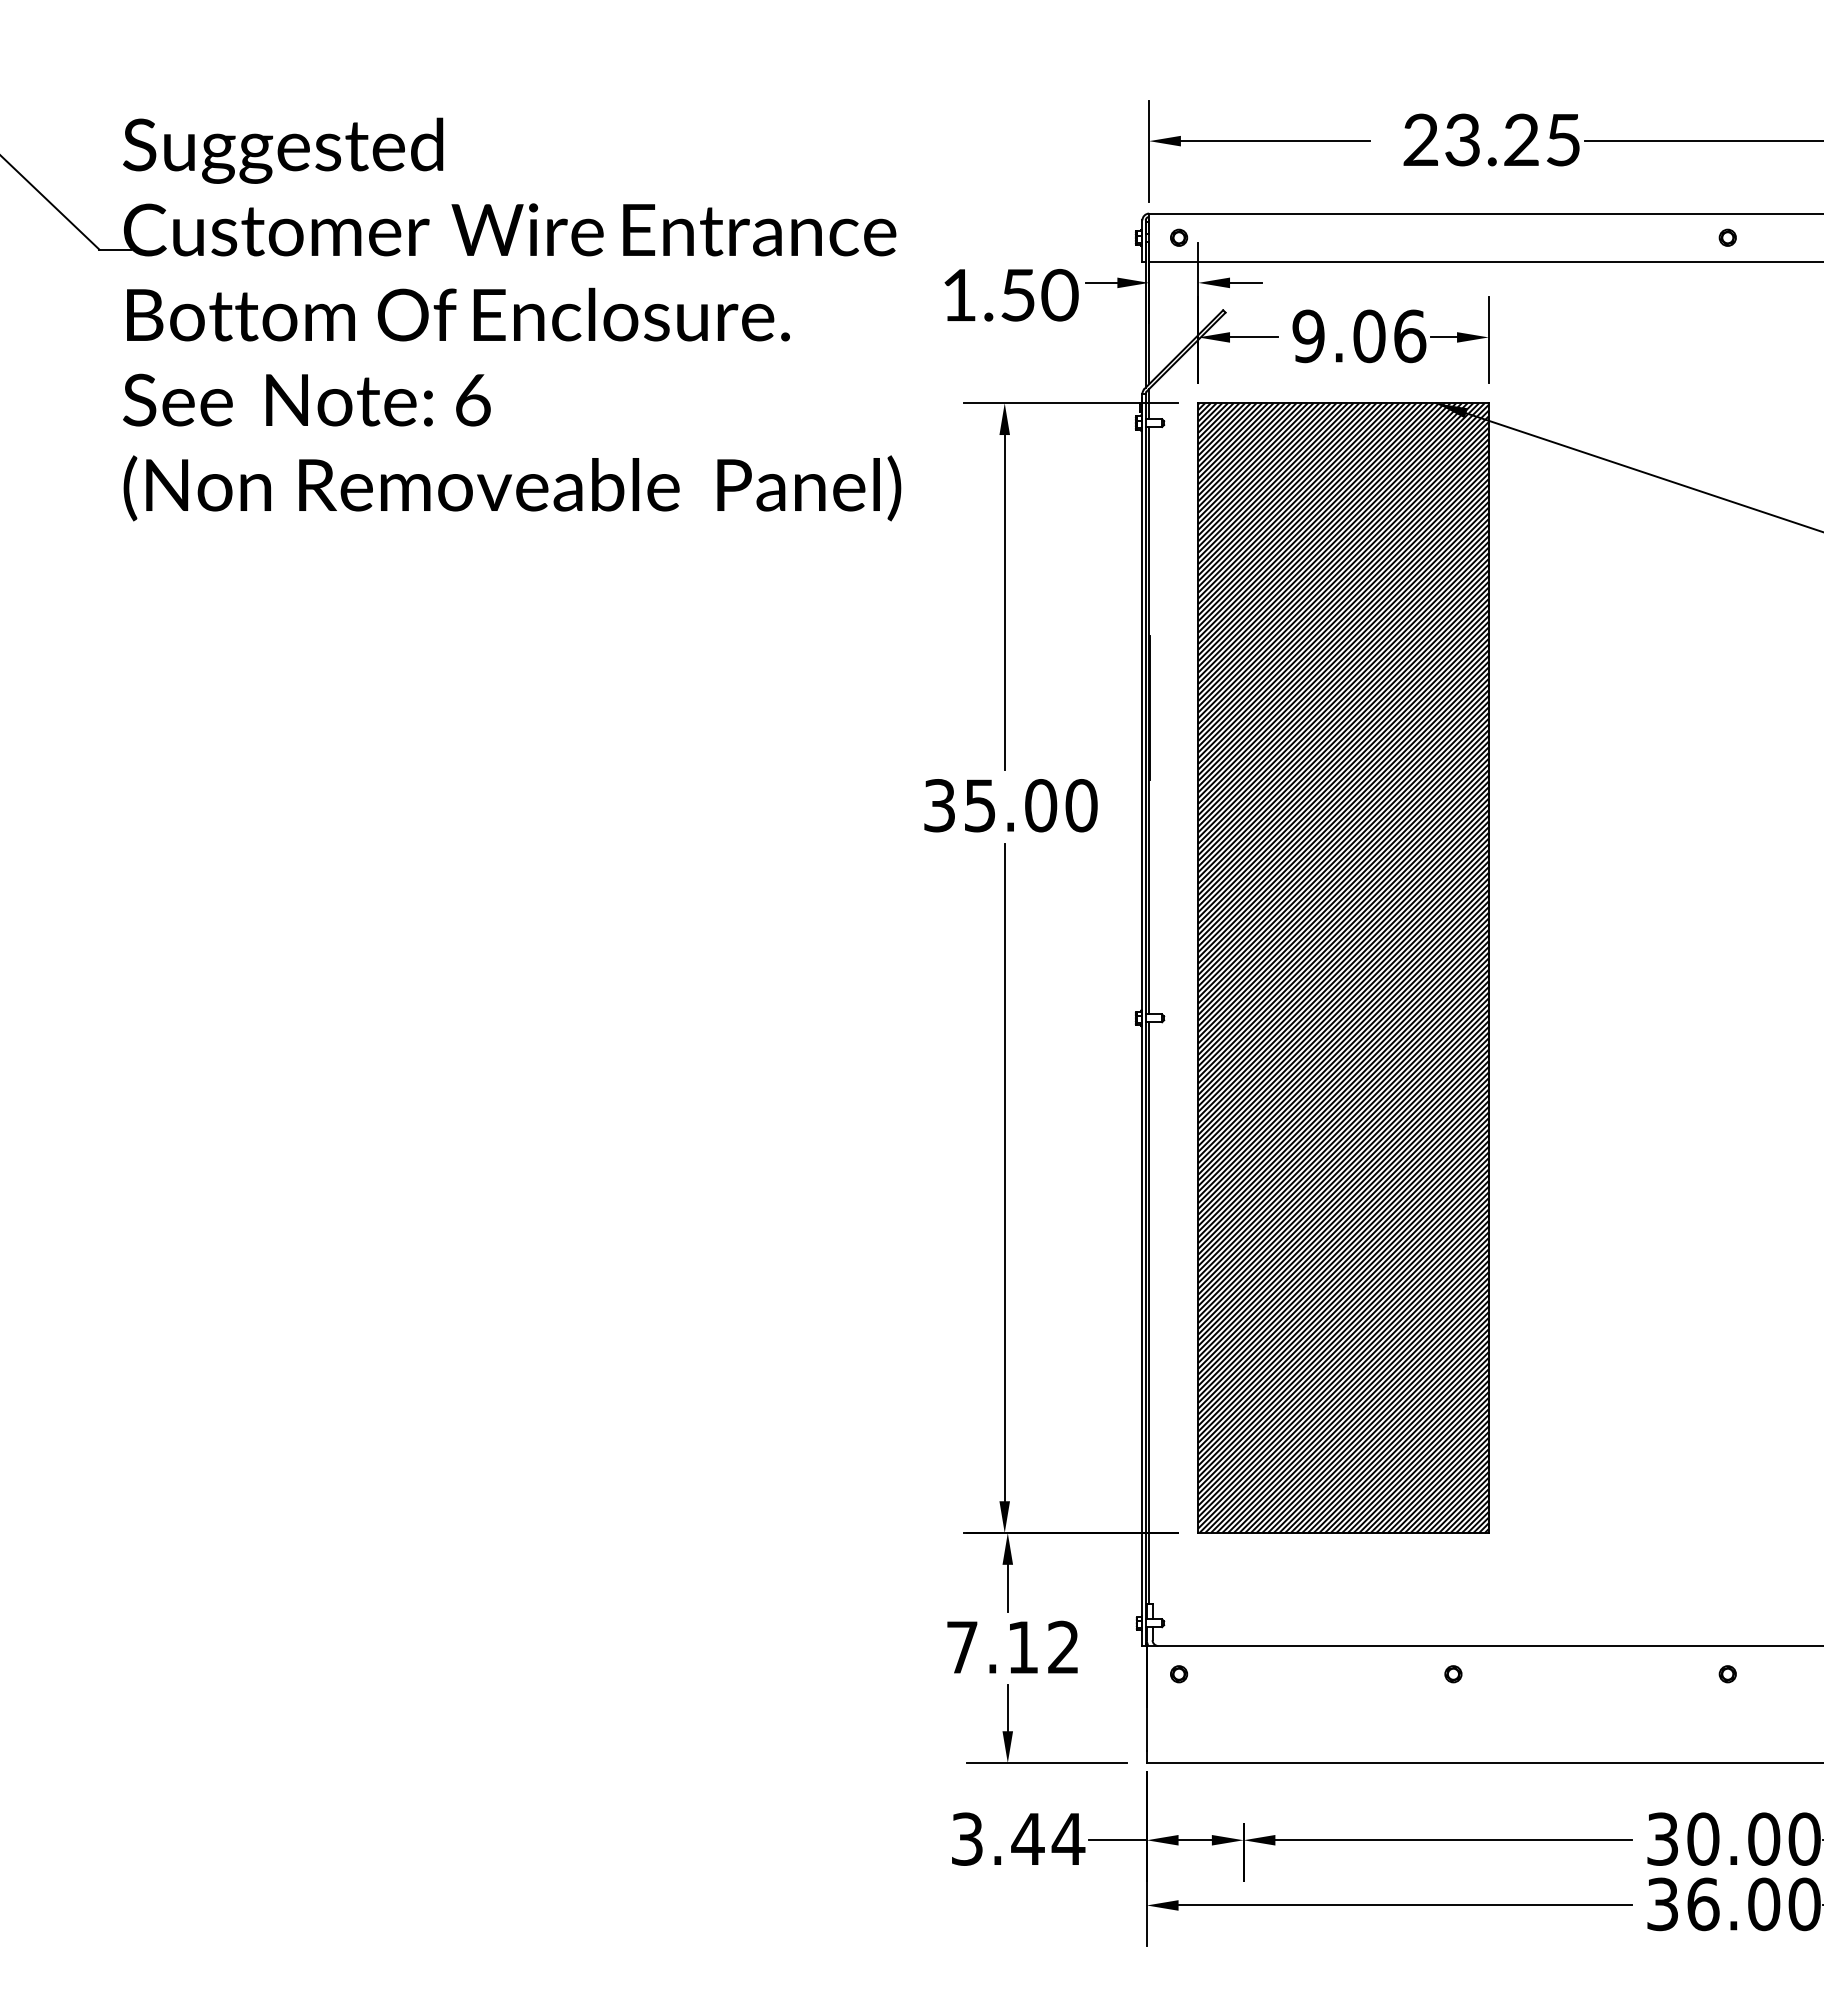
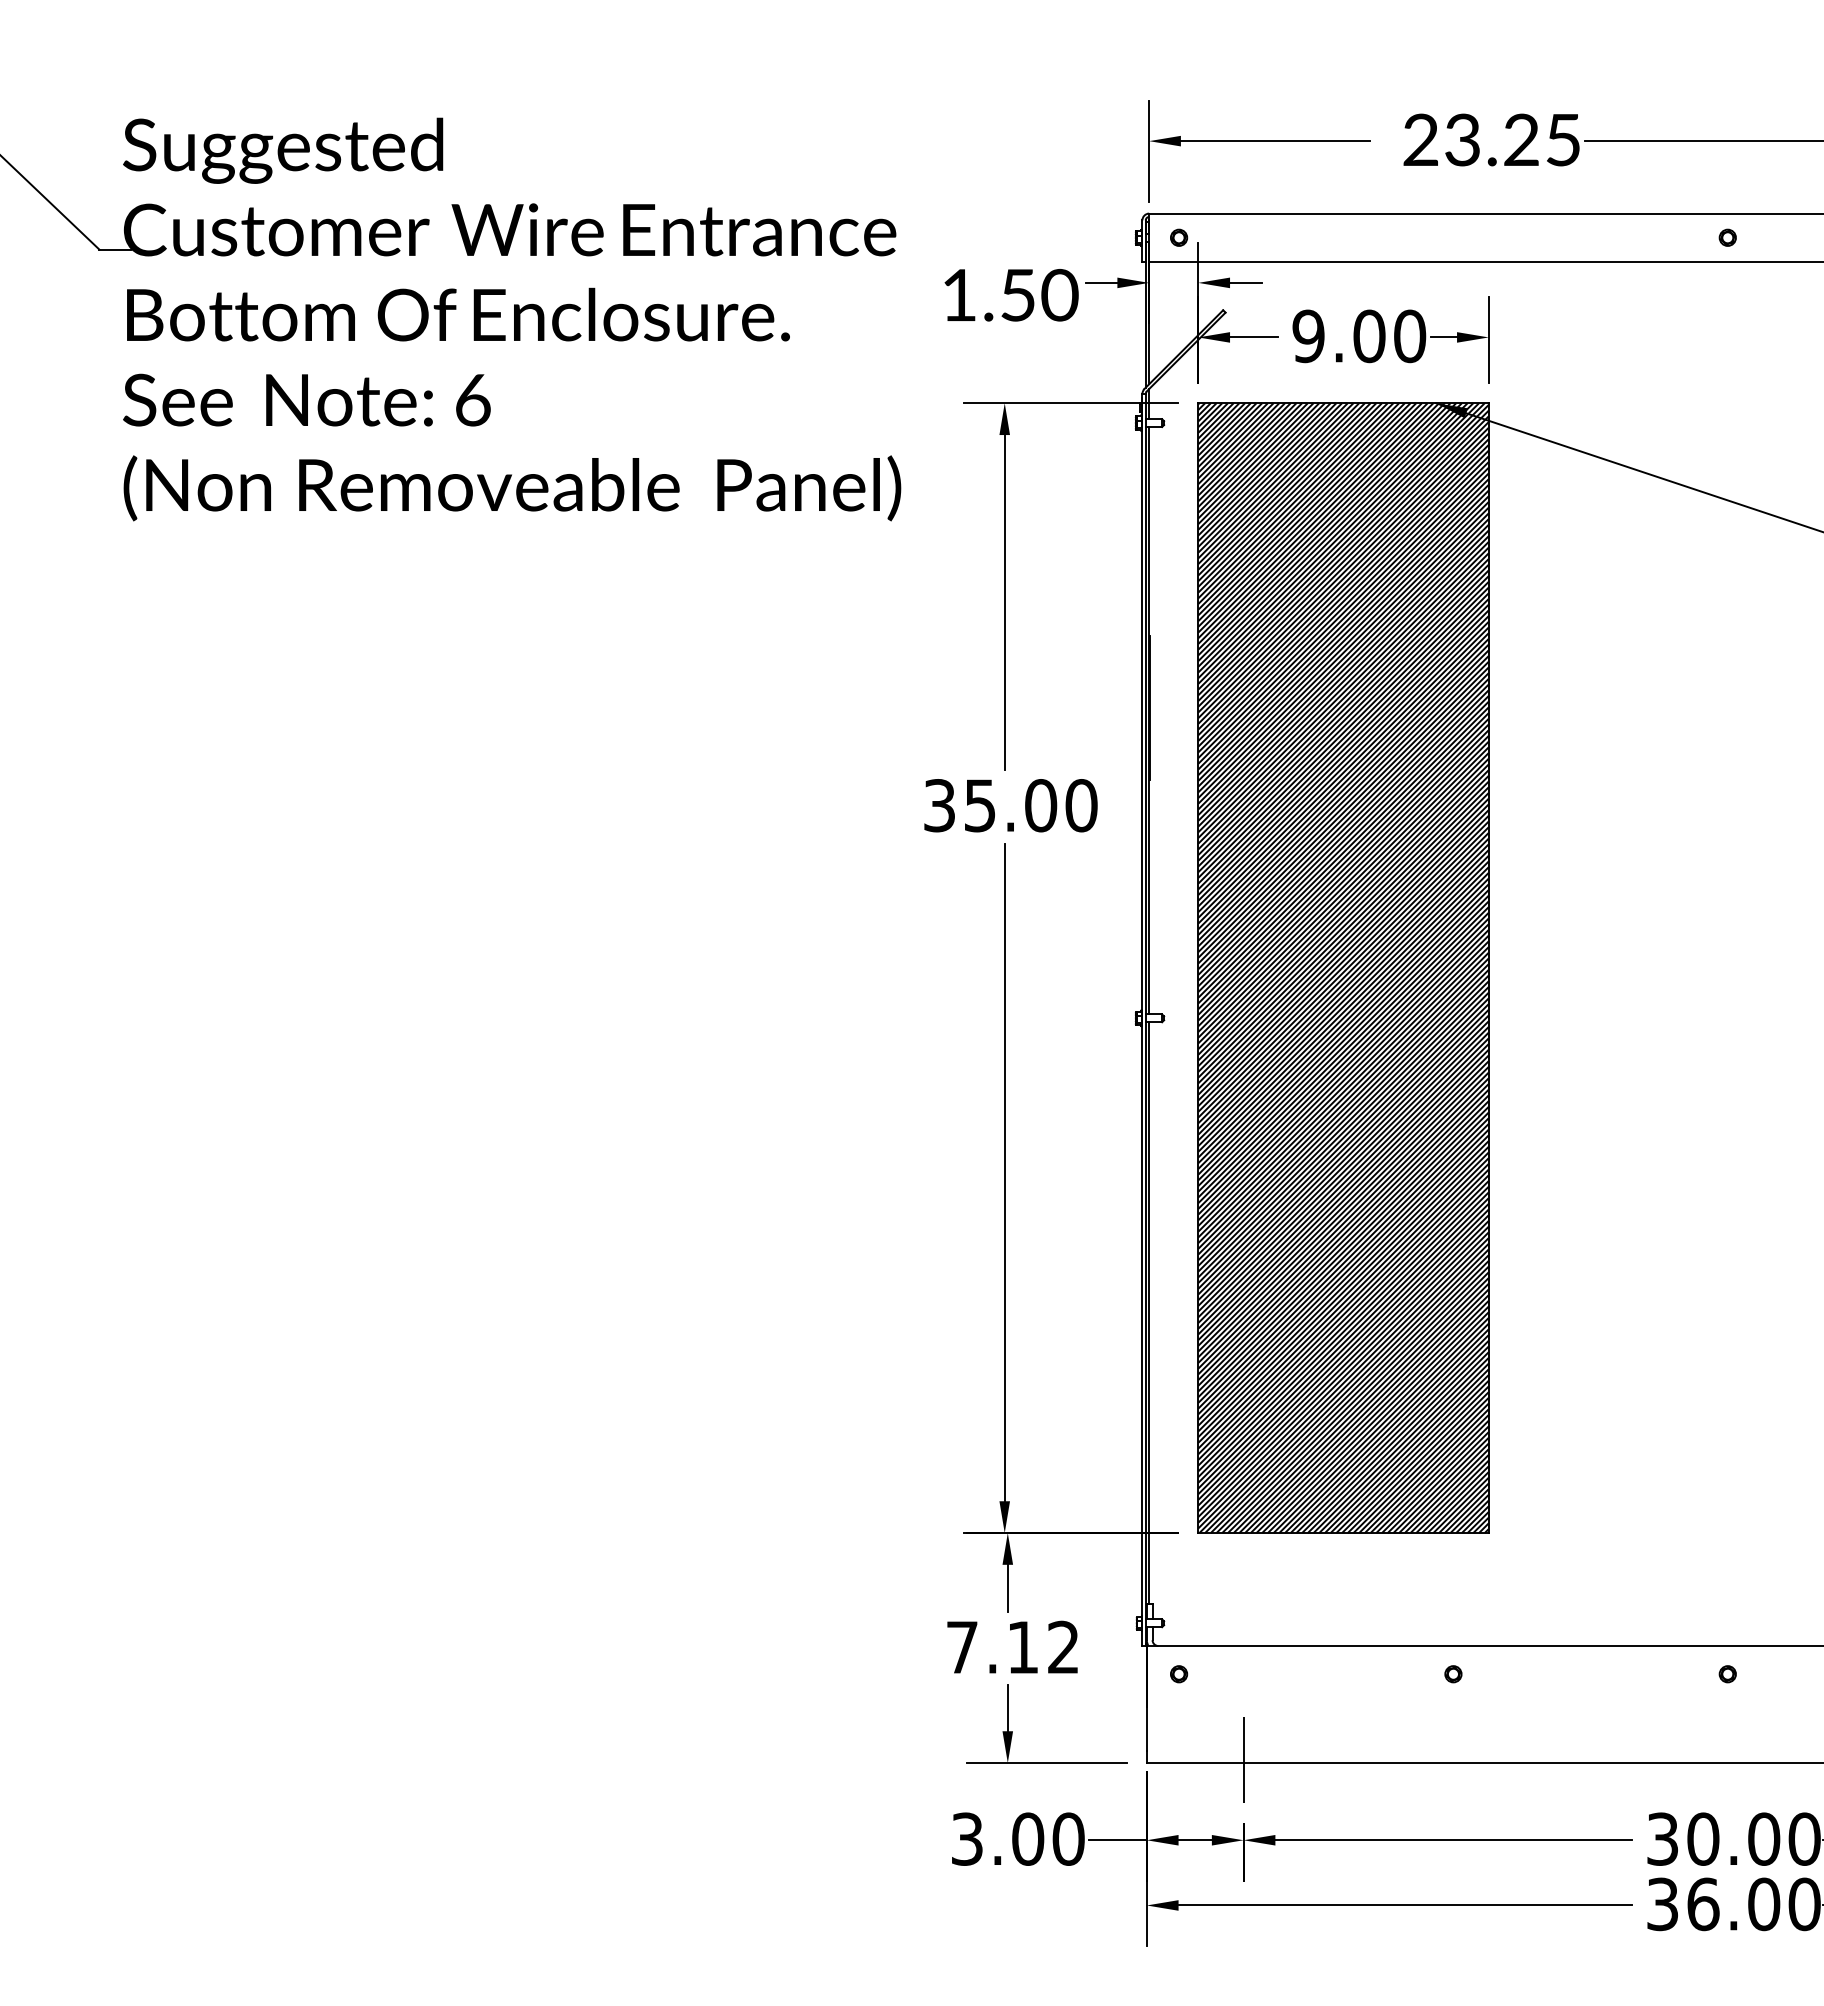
text at (1410, 336): 9.06 -> 9.00
line at (1243, 1759): none -> present
text at (1048, 1838): 3.44 -> 3.00
